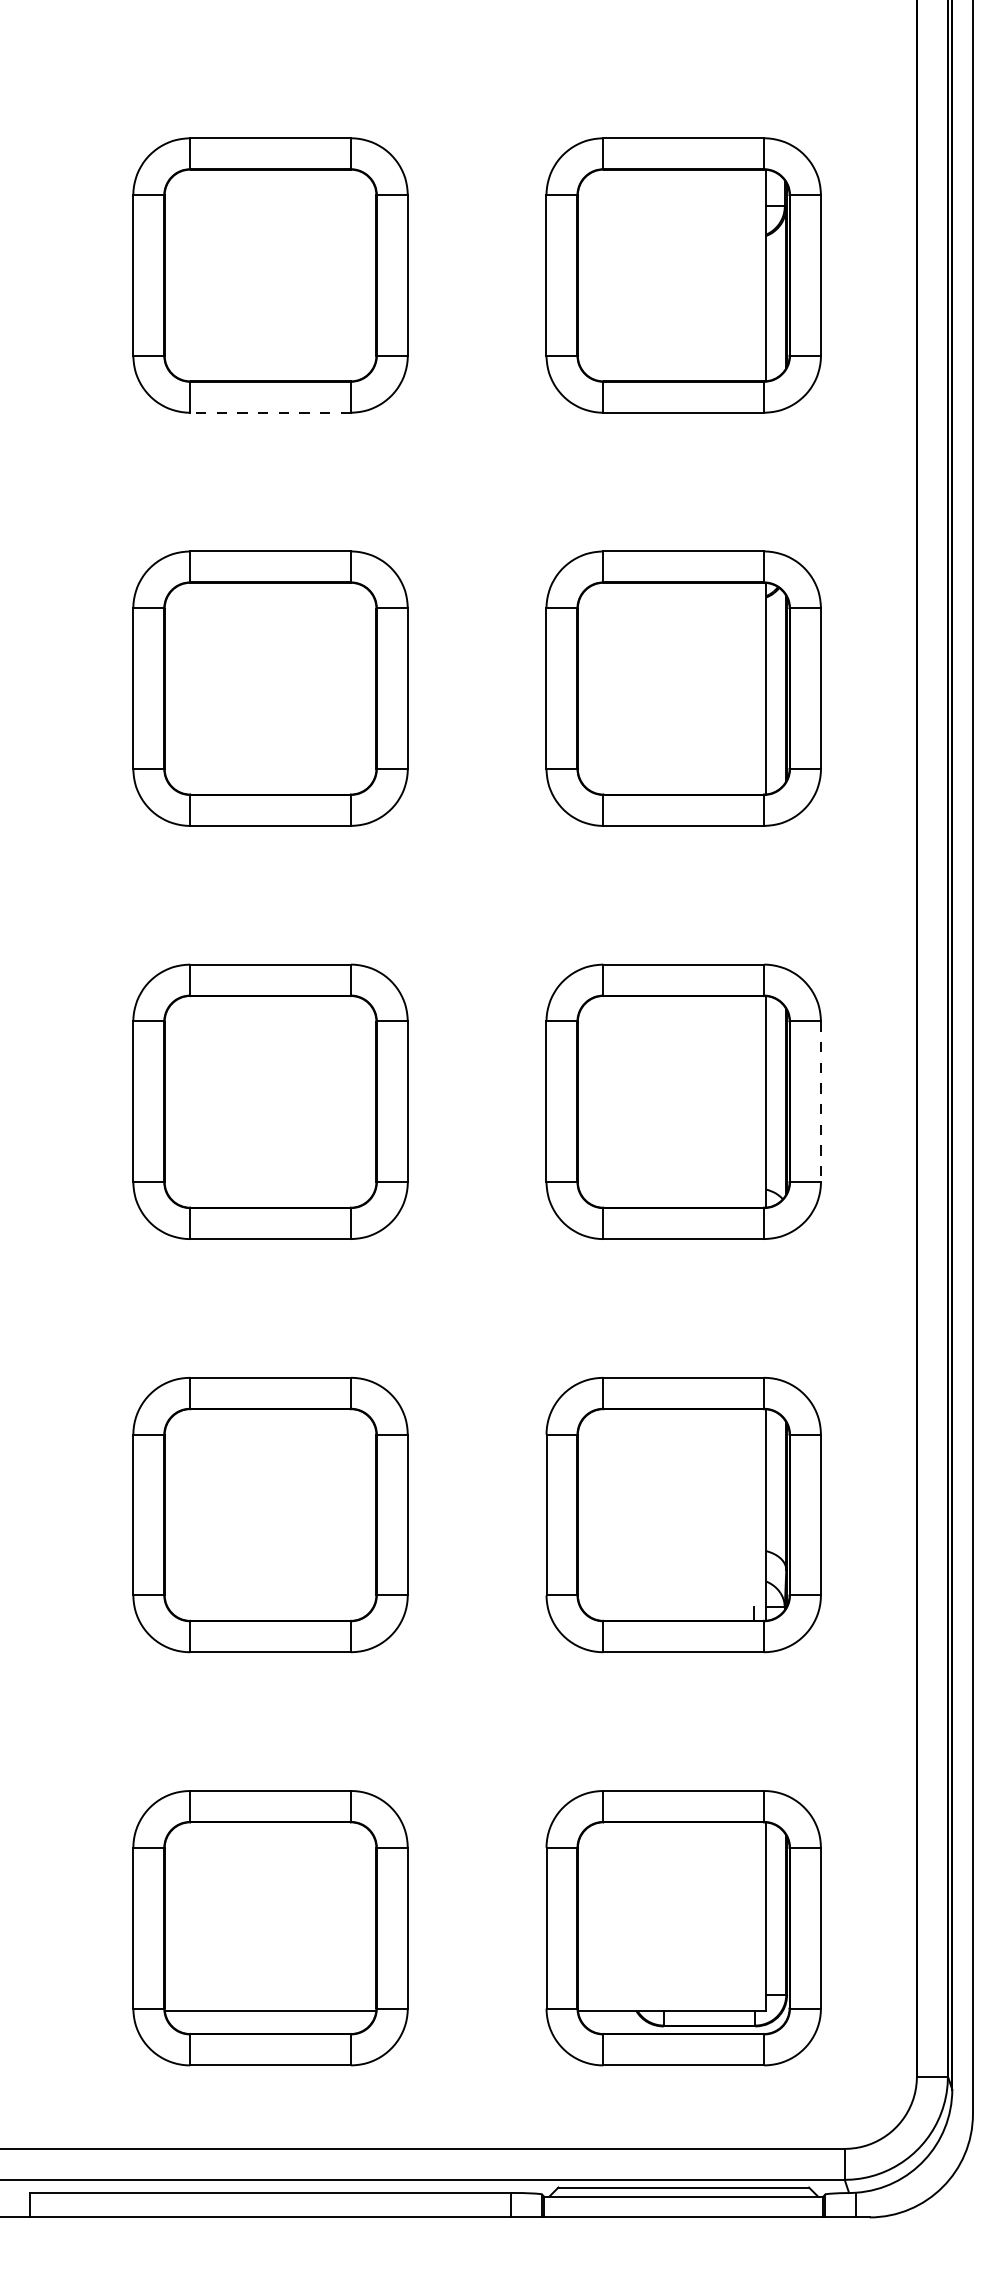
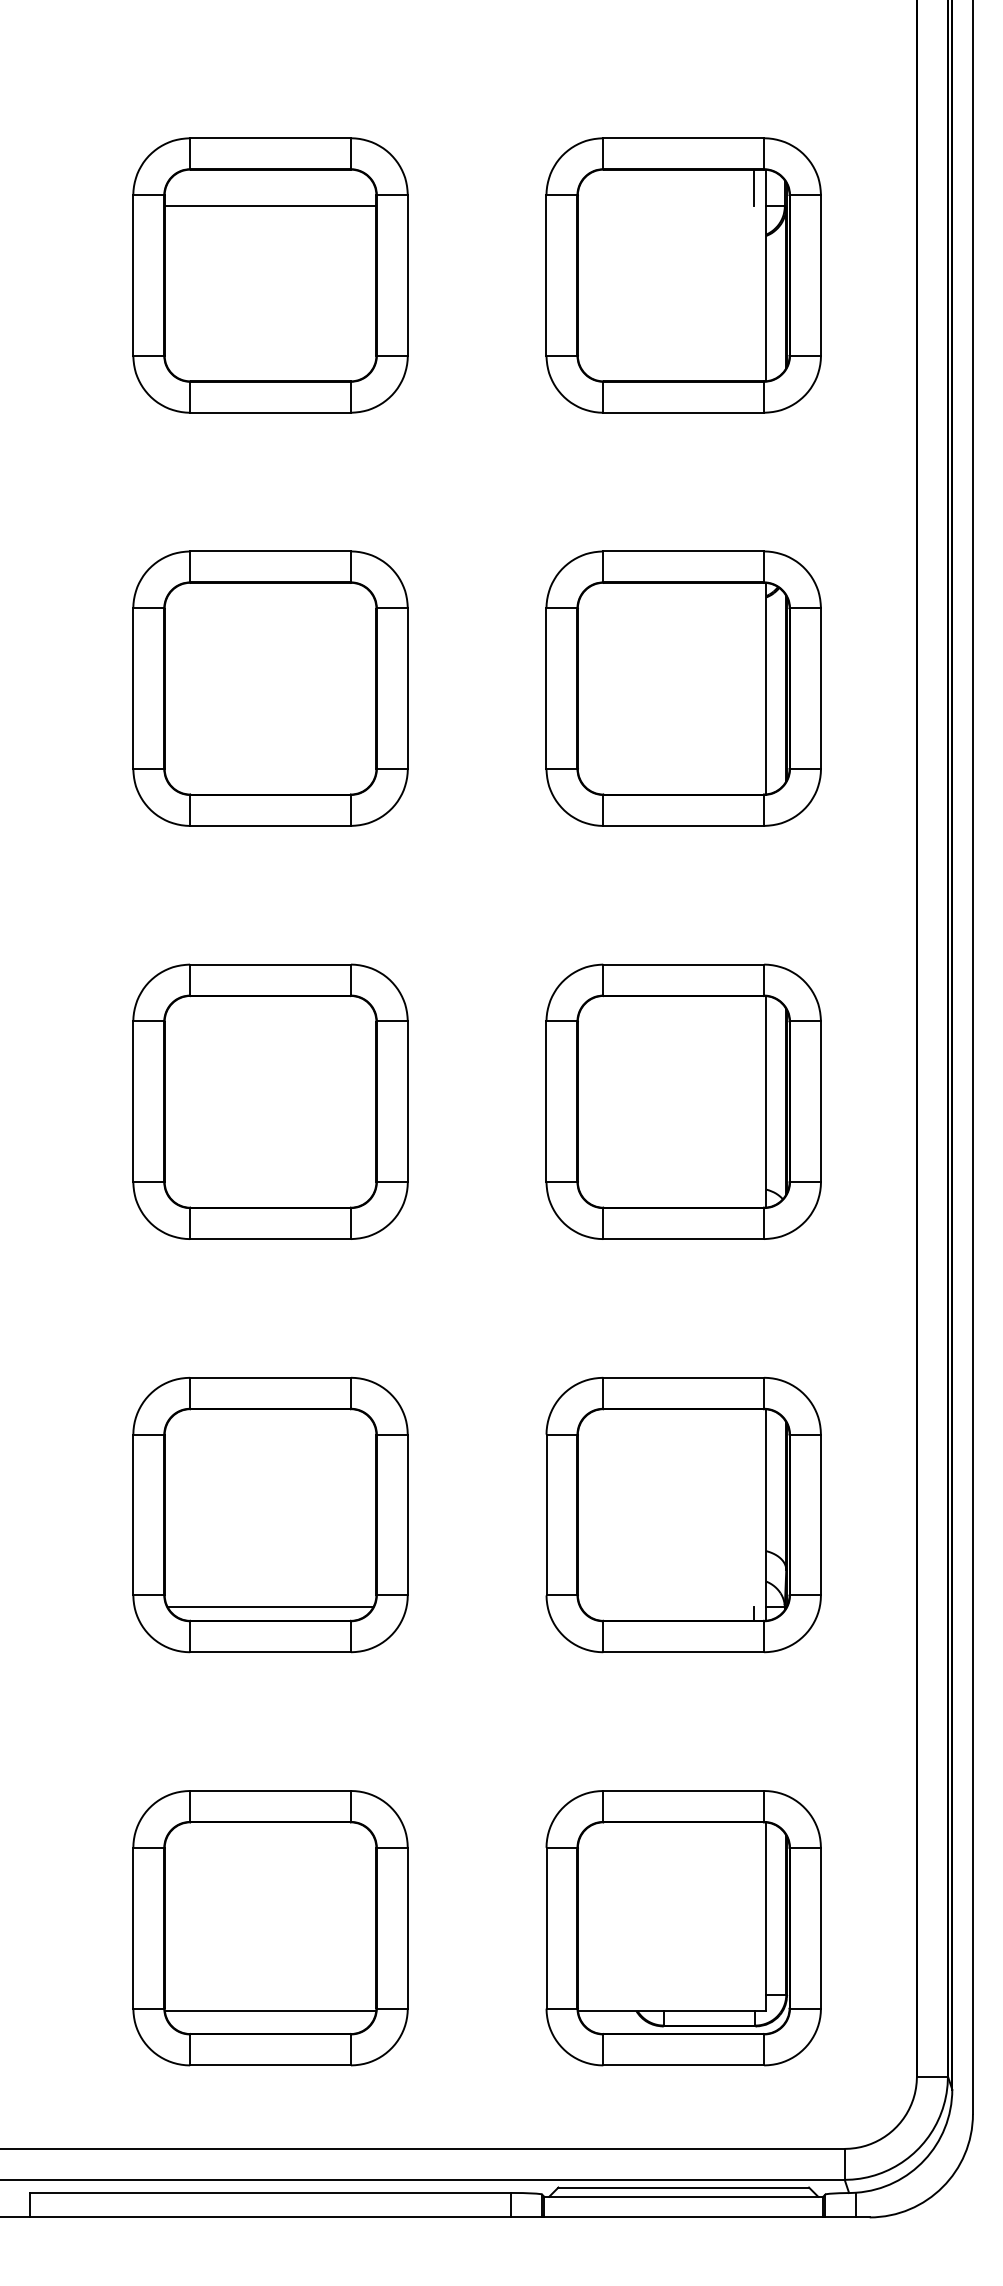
line at (753, 187): none -> present
line at (270, 206): none -> present
line at (270, 412): dashed -> solid
line at (821, 1102): dashed -> solid
line at (270, 1607): none -> present
